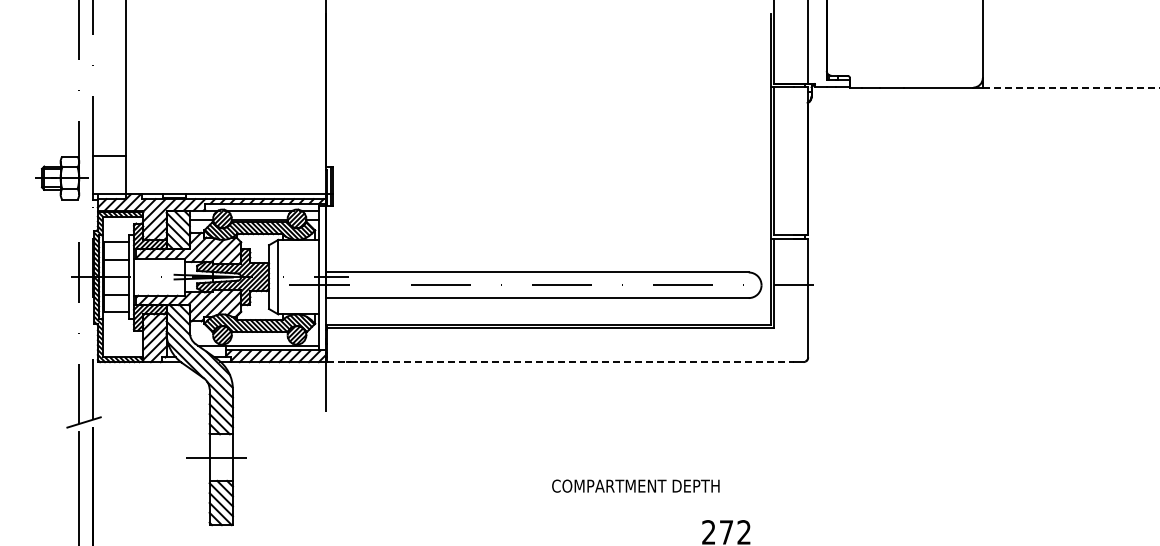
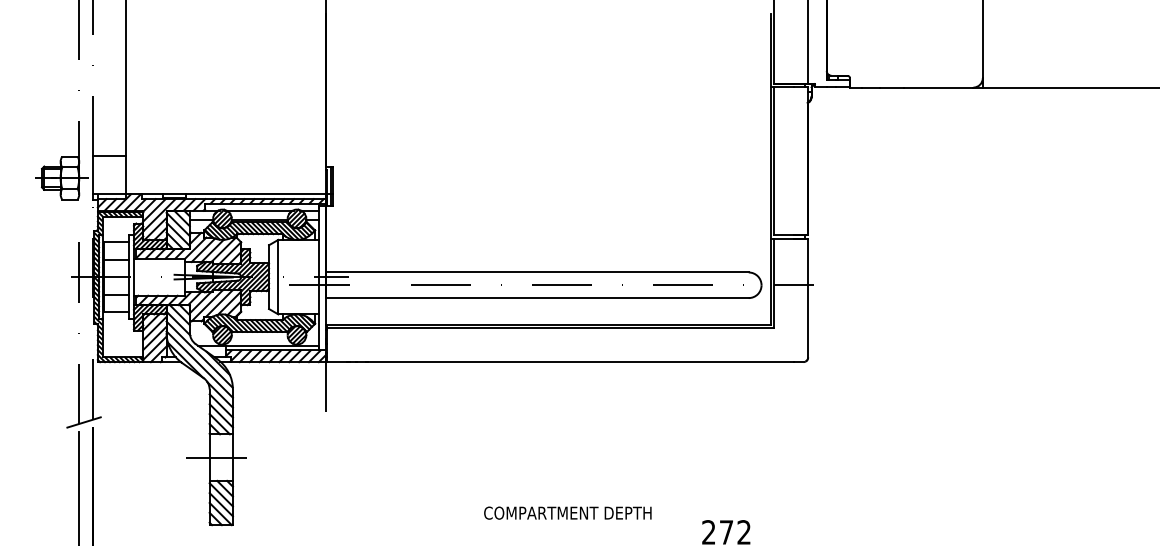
line at (1071, 87): dashed -> solid
line at (561, 362): dashed -> solid
text at (635, 485) position: (635, 485) -> (567, 512)
